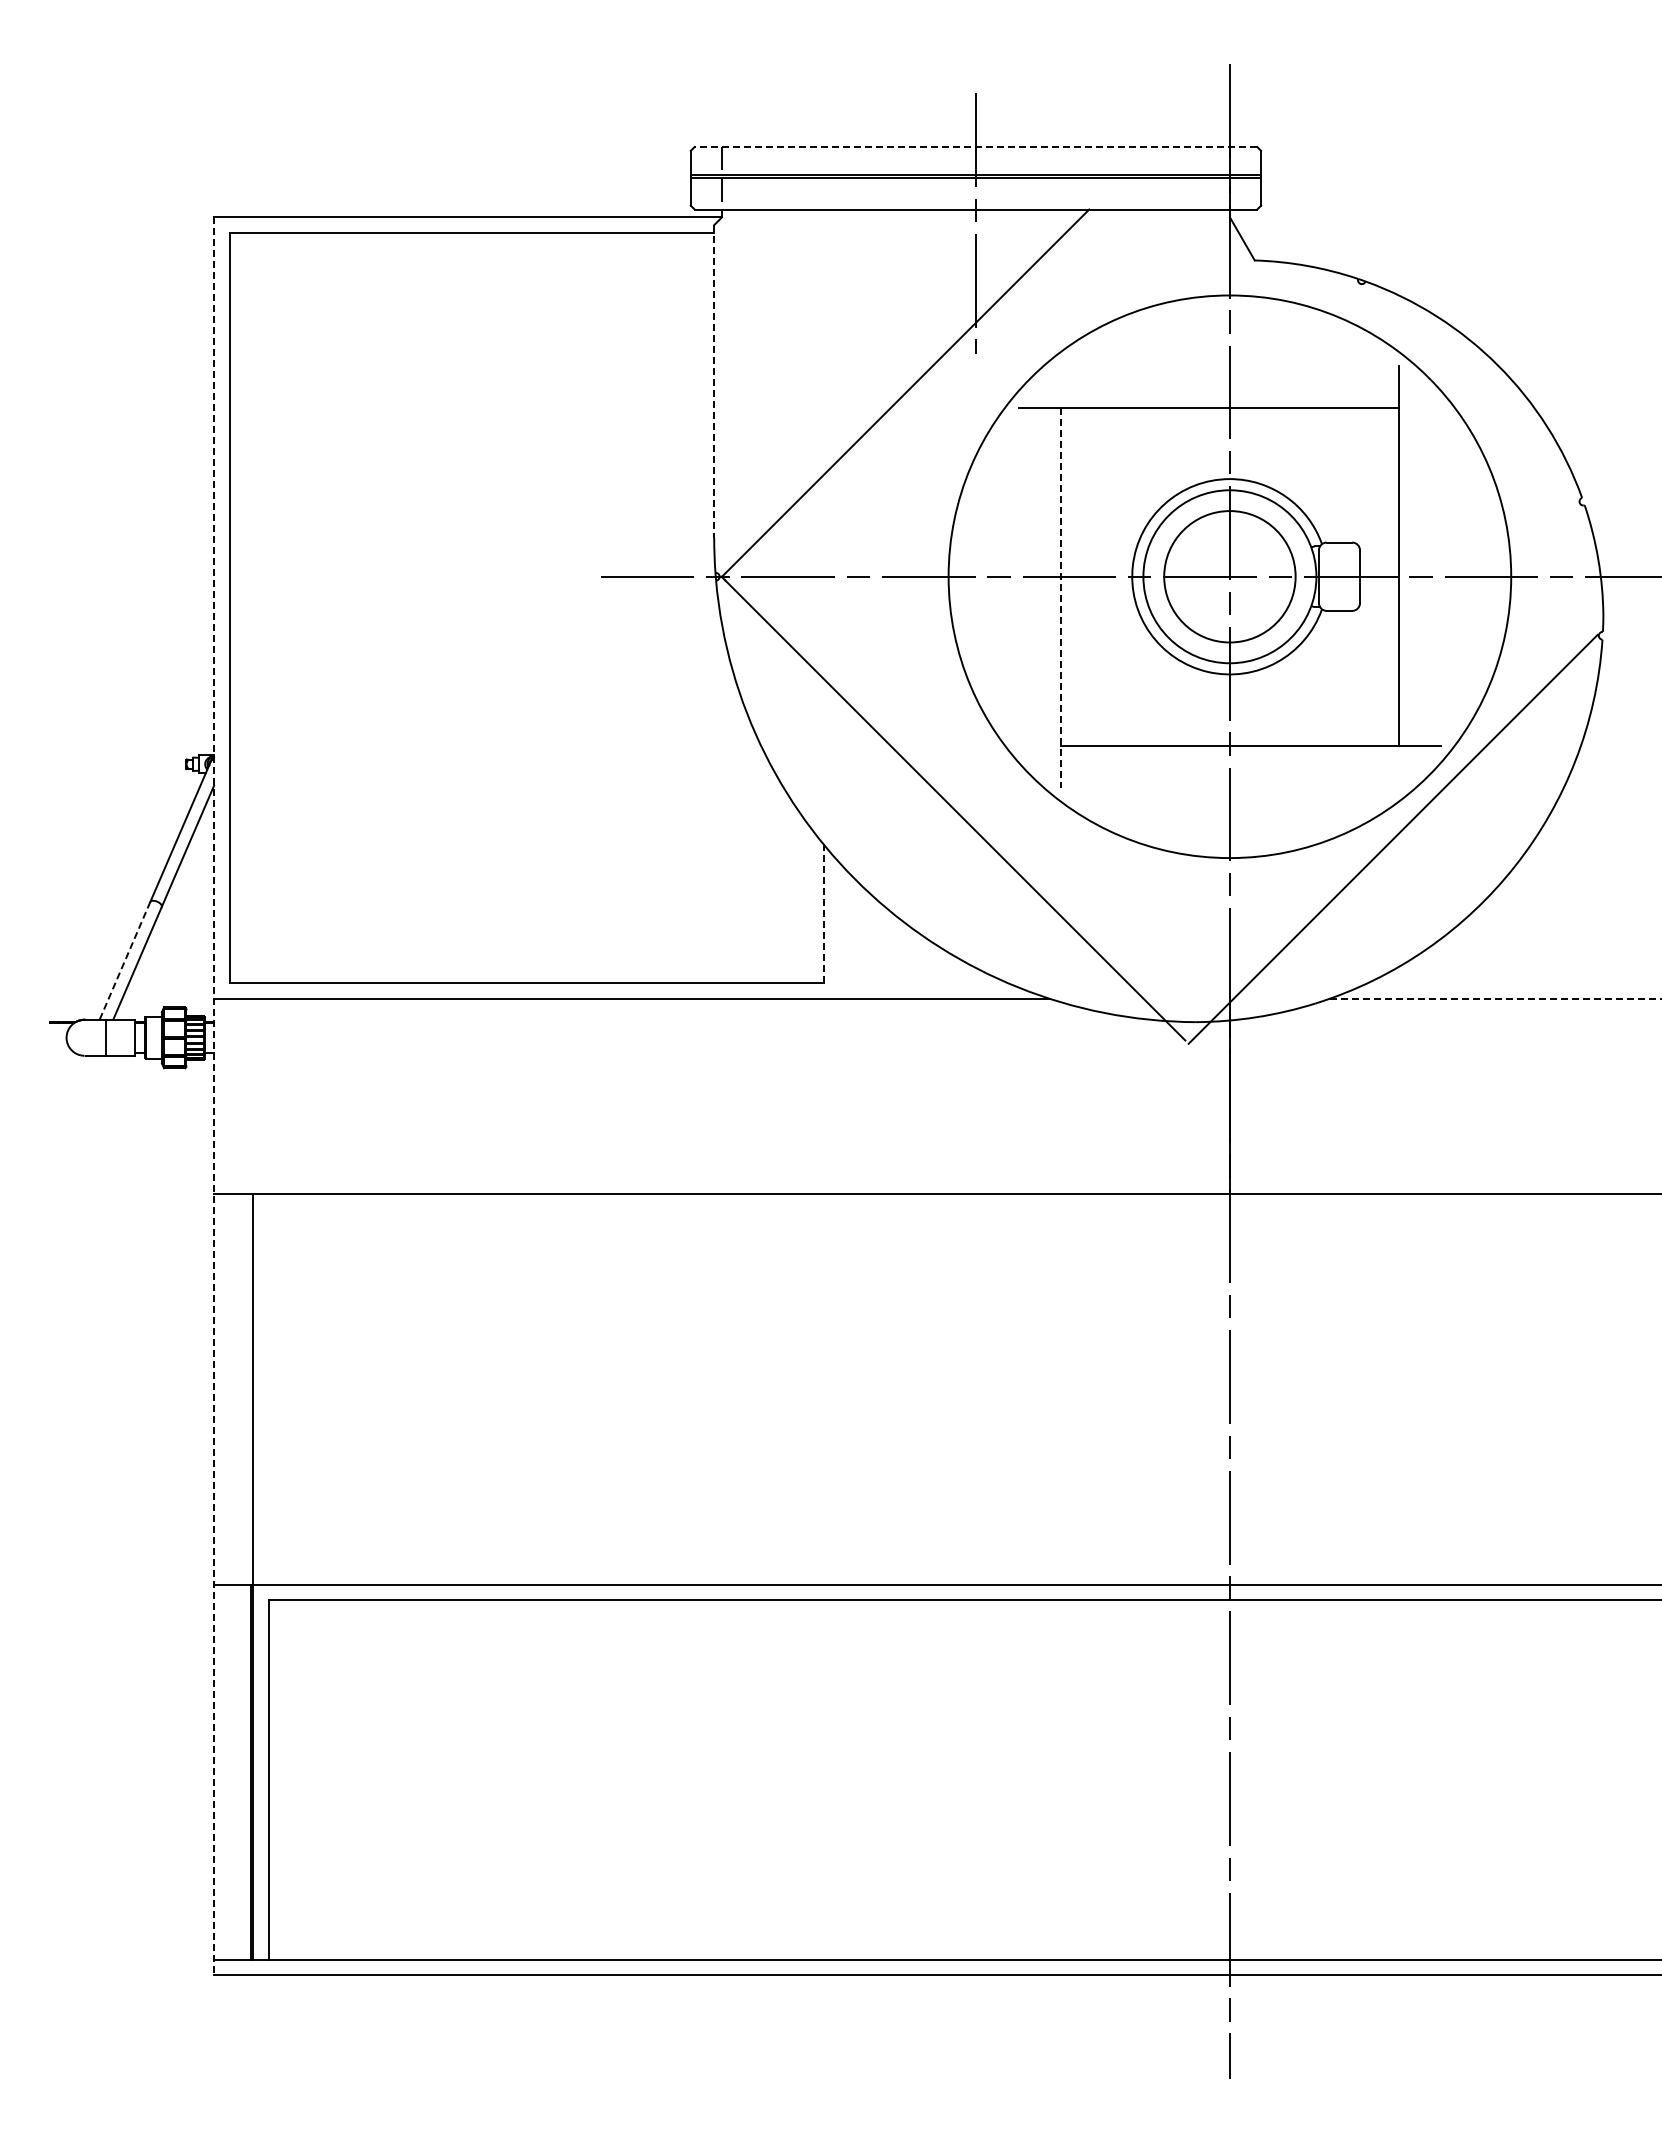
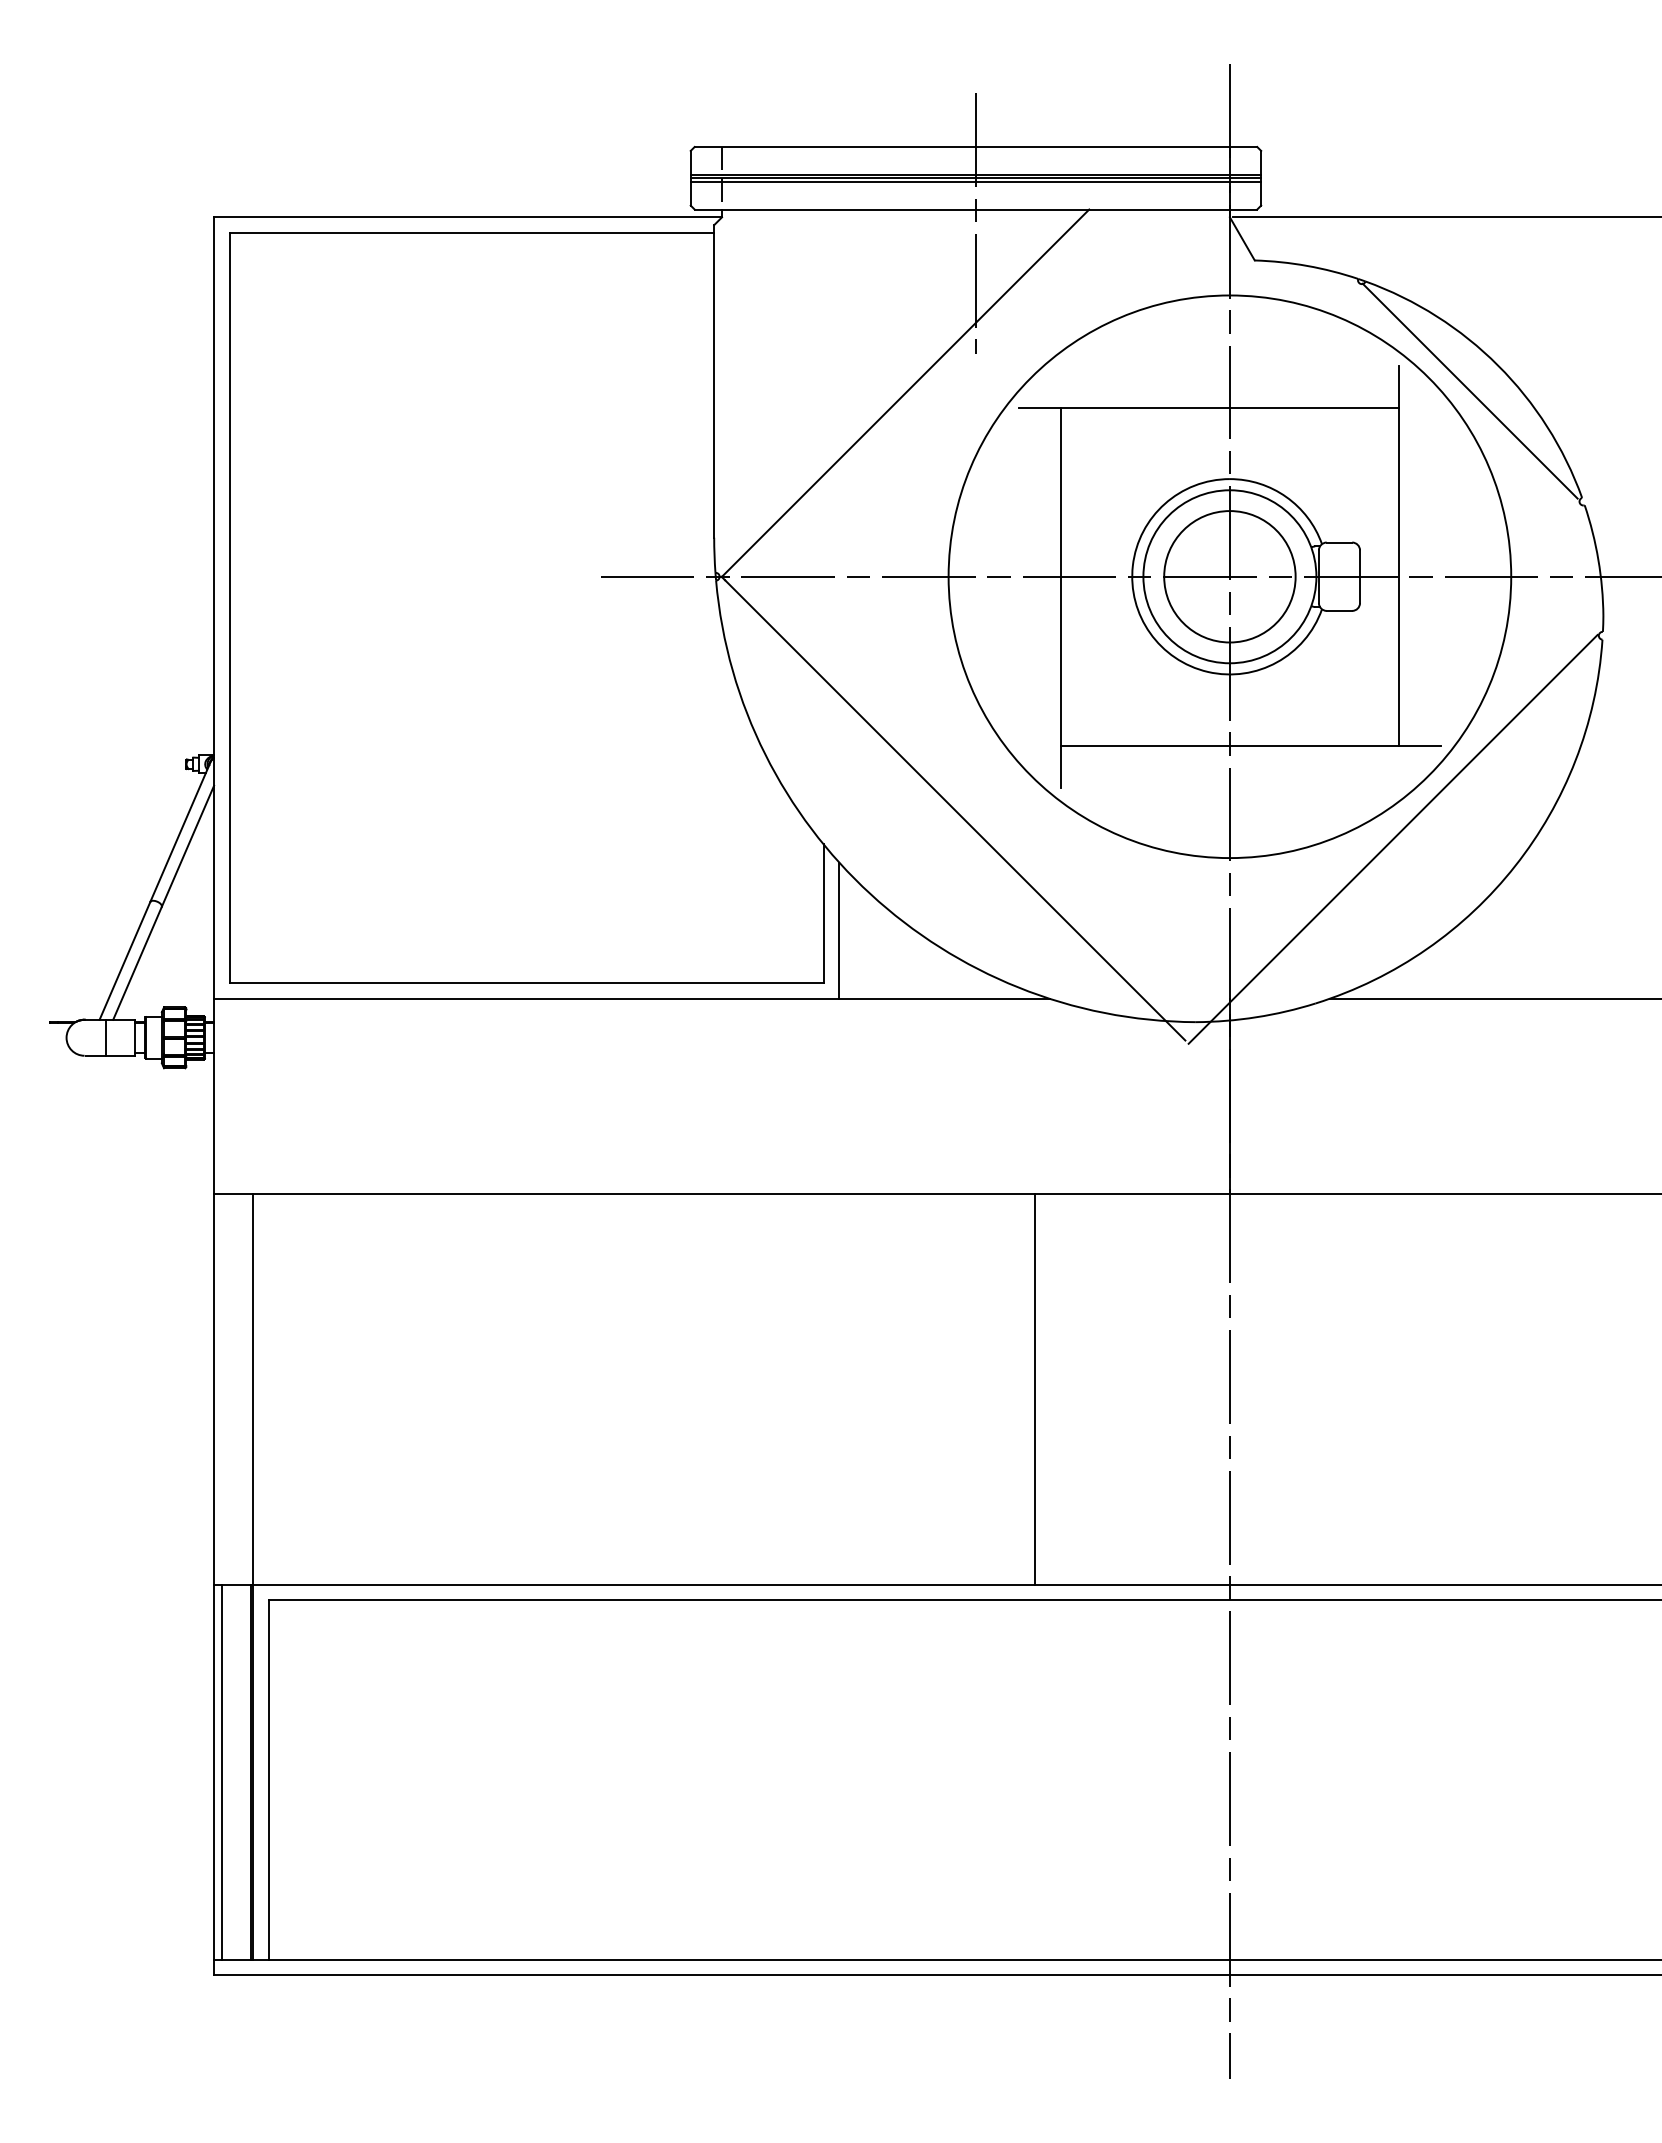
line at (975, 147): dashed -> solid
line at (975, 181): none -> present
line at (1445, 217): none -> present
line at (714, 381): dashed -> solid
line at (1469, 390): none -> present
line at (1061, 597): dashed -> solid
line at (823, 913): dashed -> solid
line at (839, 930): none -> present
line at (124, 961): dashed -> solid
line at (1495, 998): dashed -> solid
line at (214, 1096): dashed -> solid
line at (1034, 1389): none -> present
line at (221, 1771): none -> present
